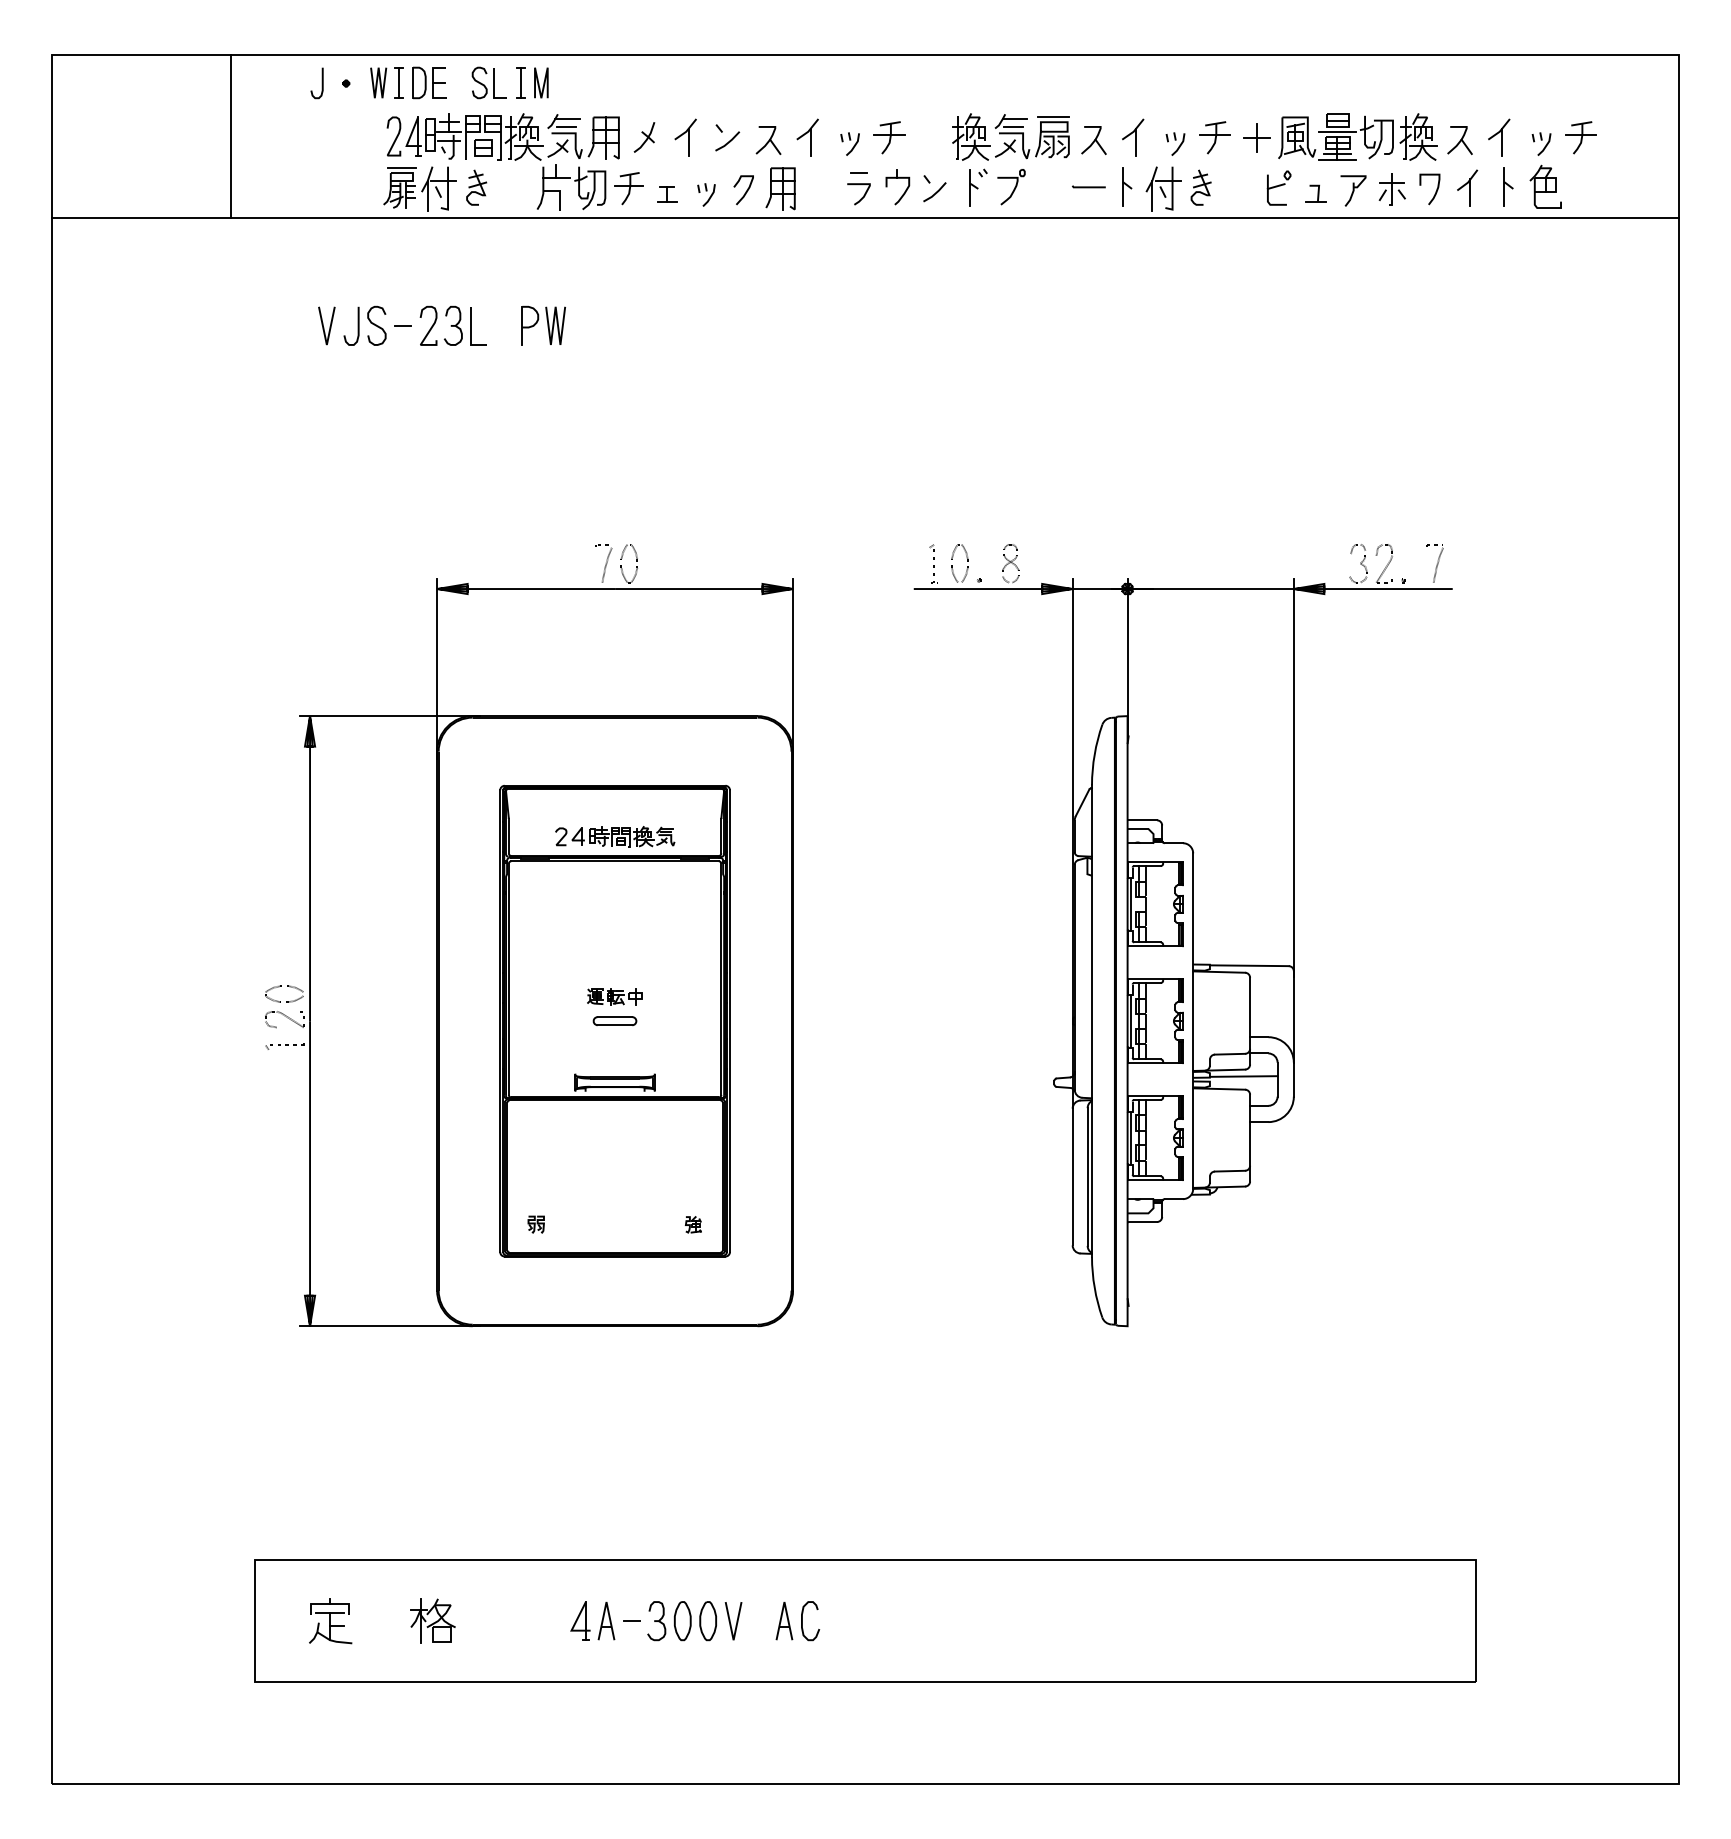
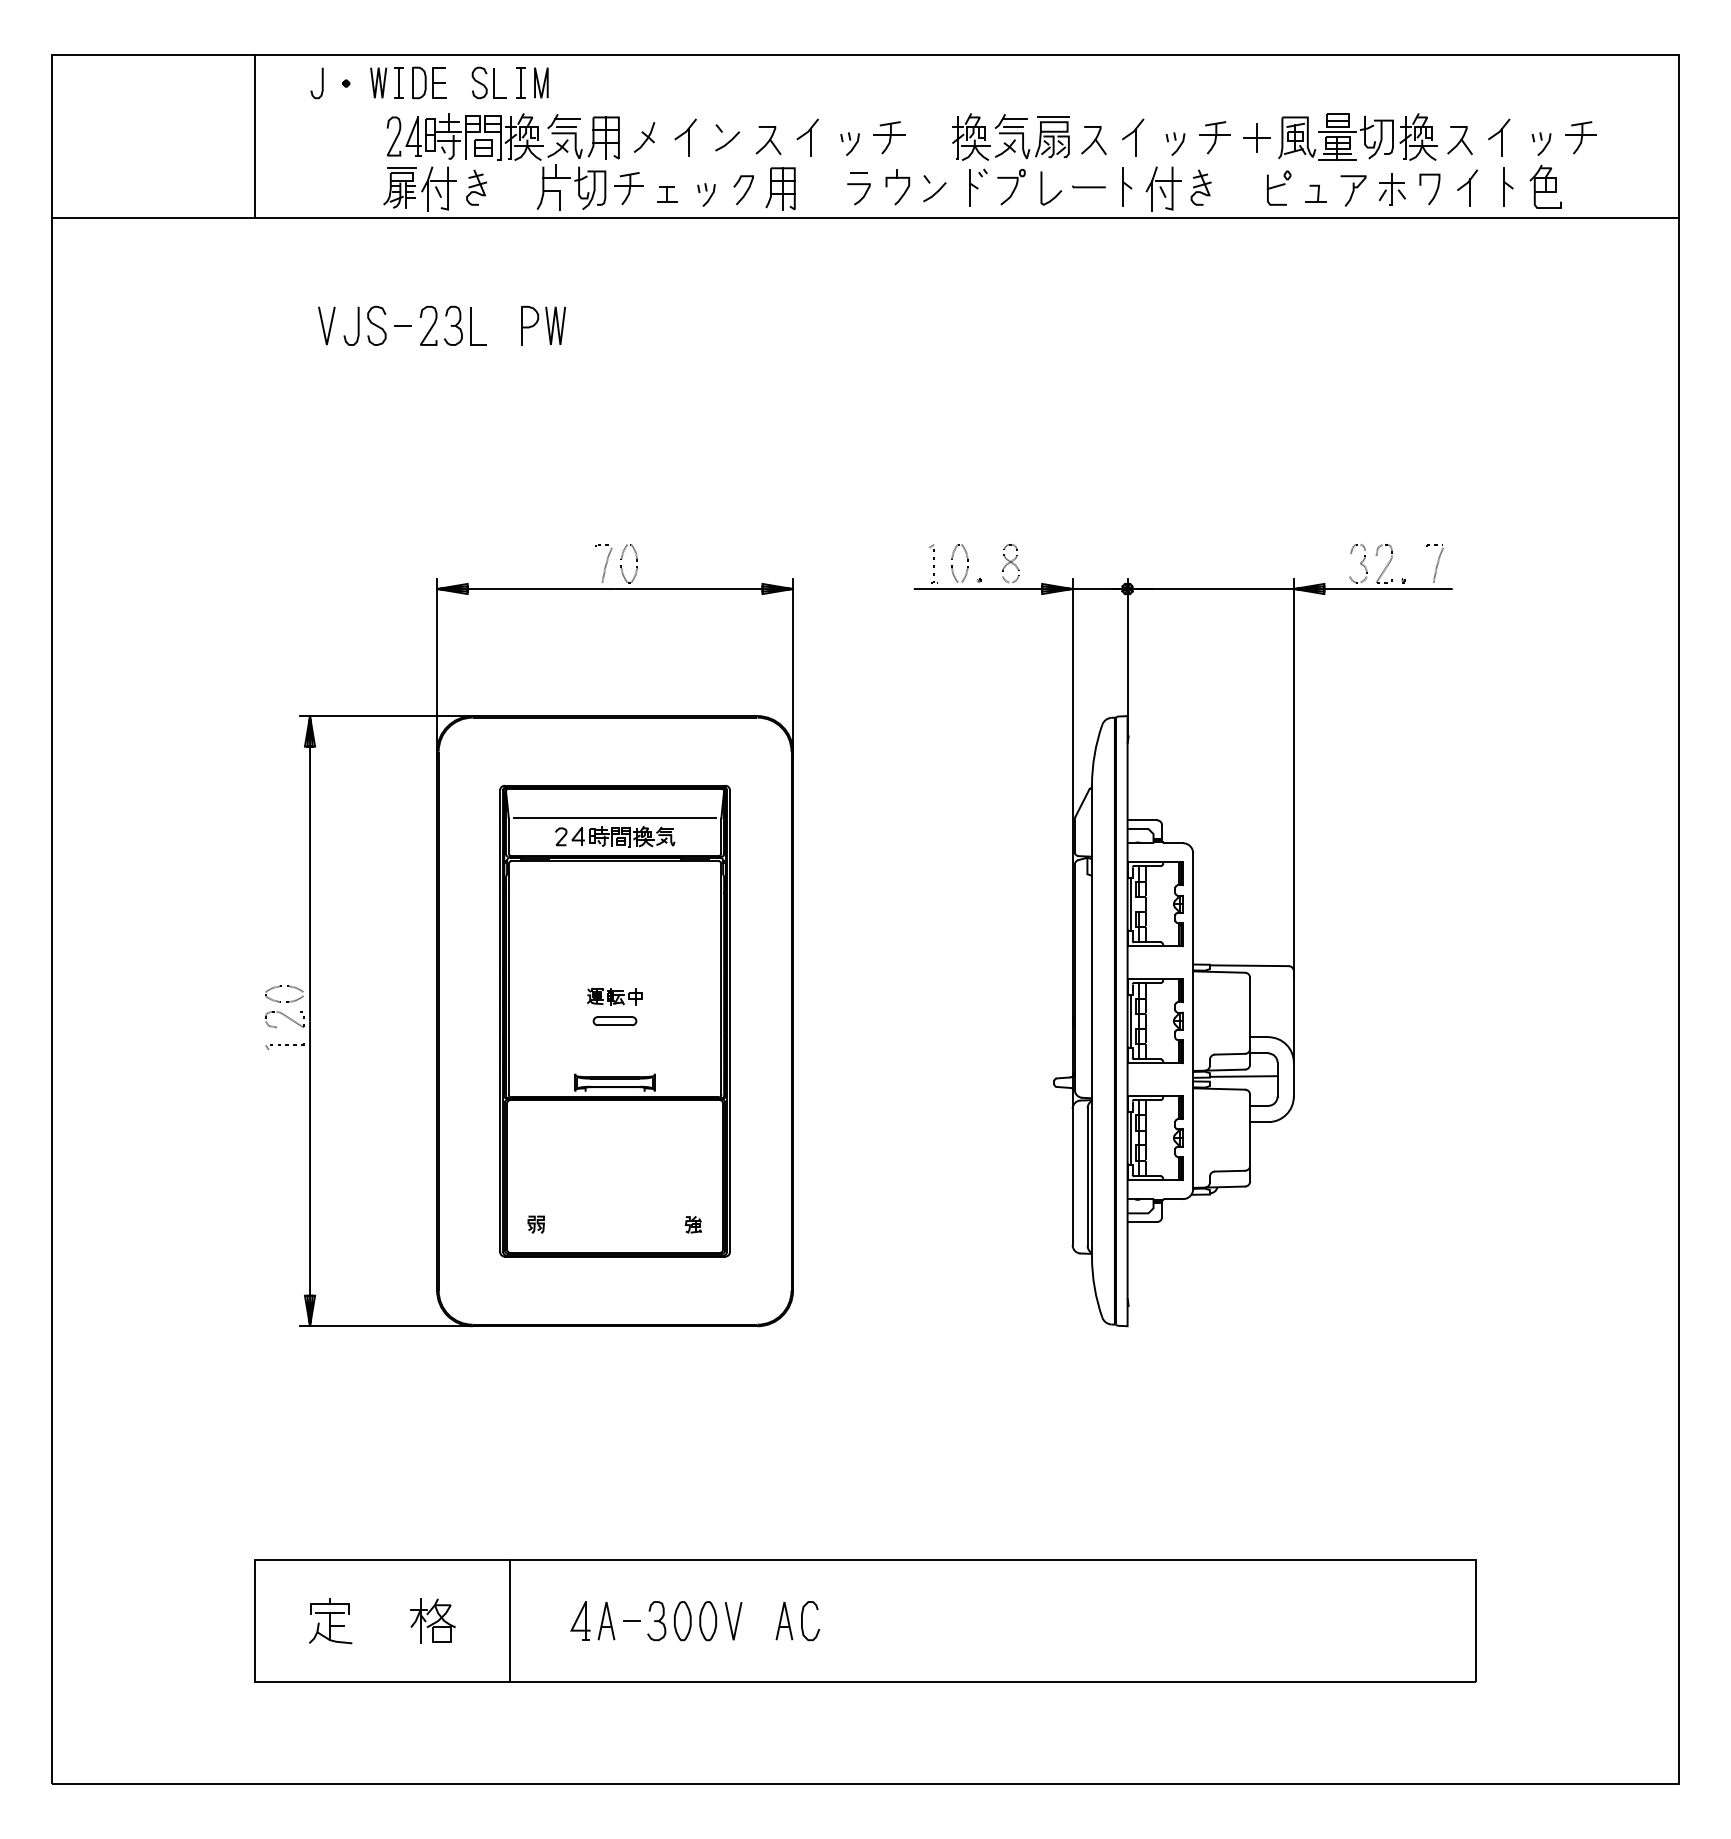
line at (231, 136) position: (231, 136) -> (255, 136)
curve at (1057, 193): none -> present
line at (614, 818): none -> present
line at (509, 1621): none -> present
